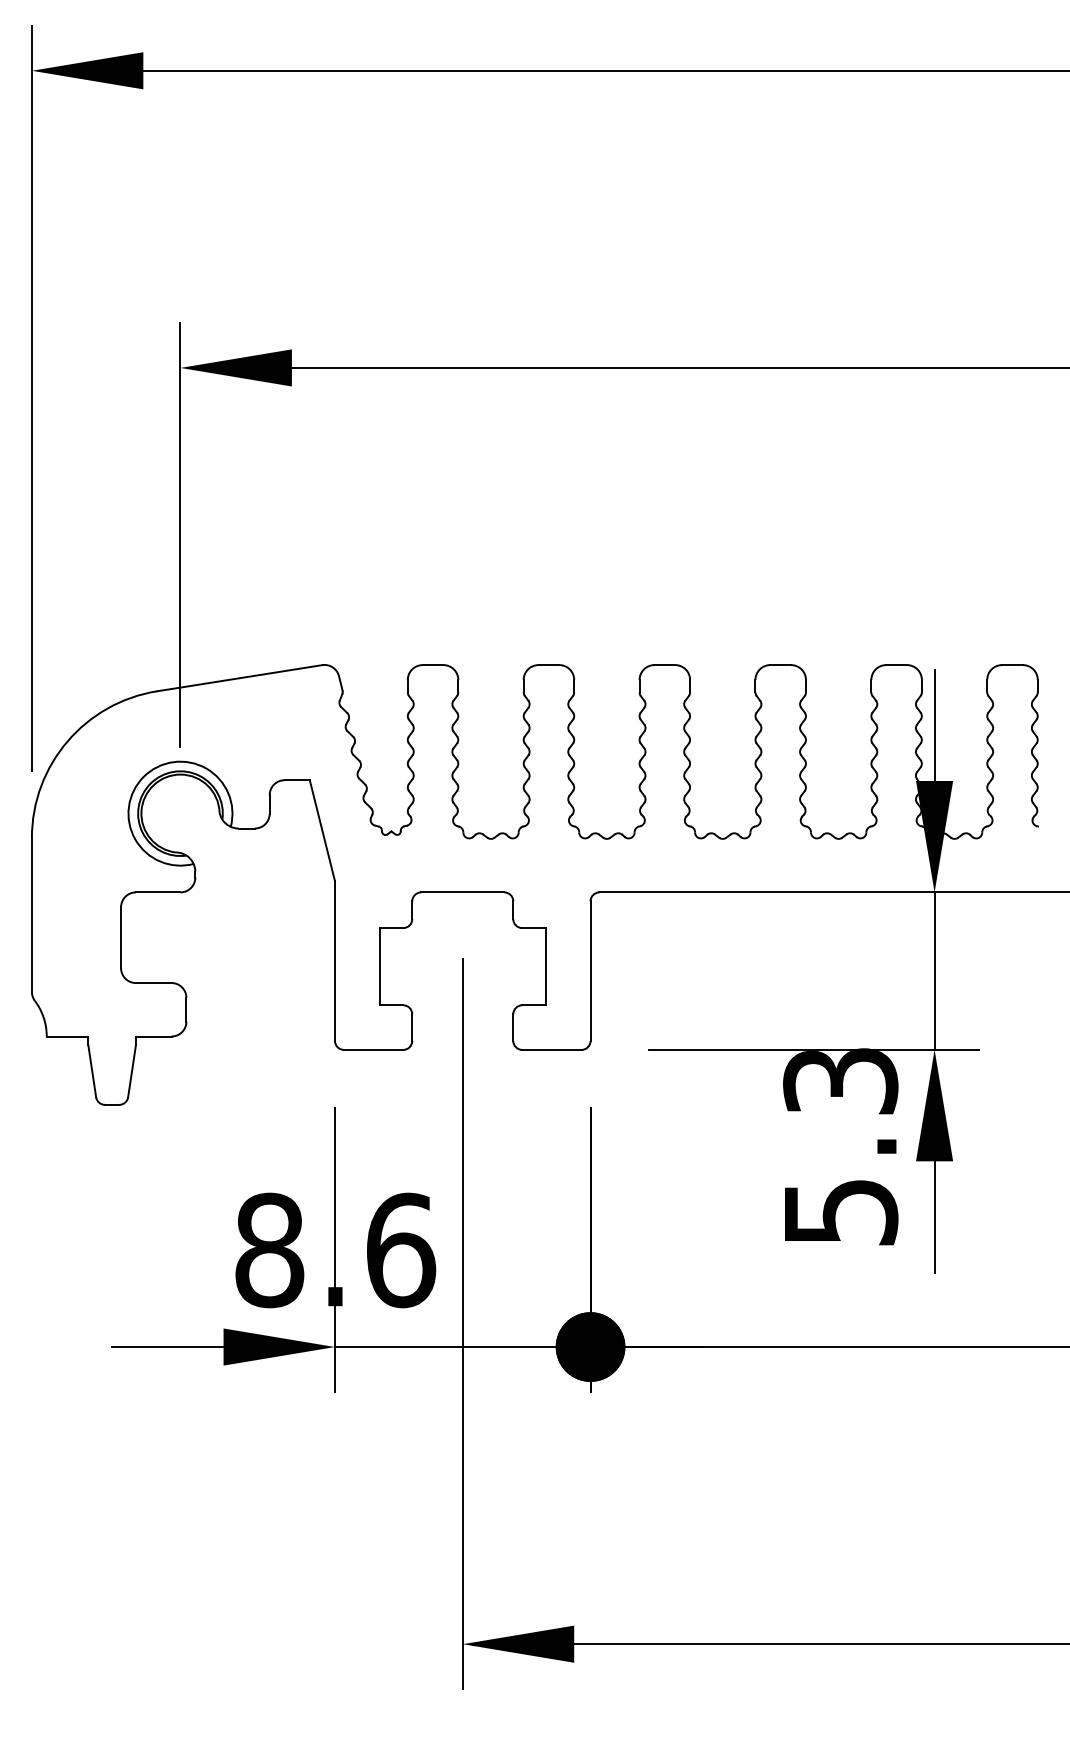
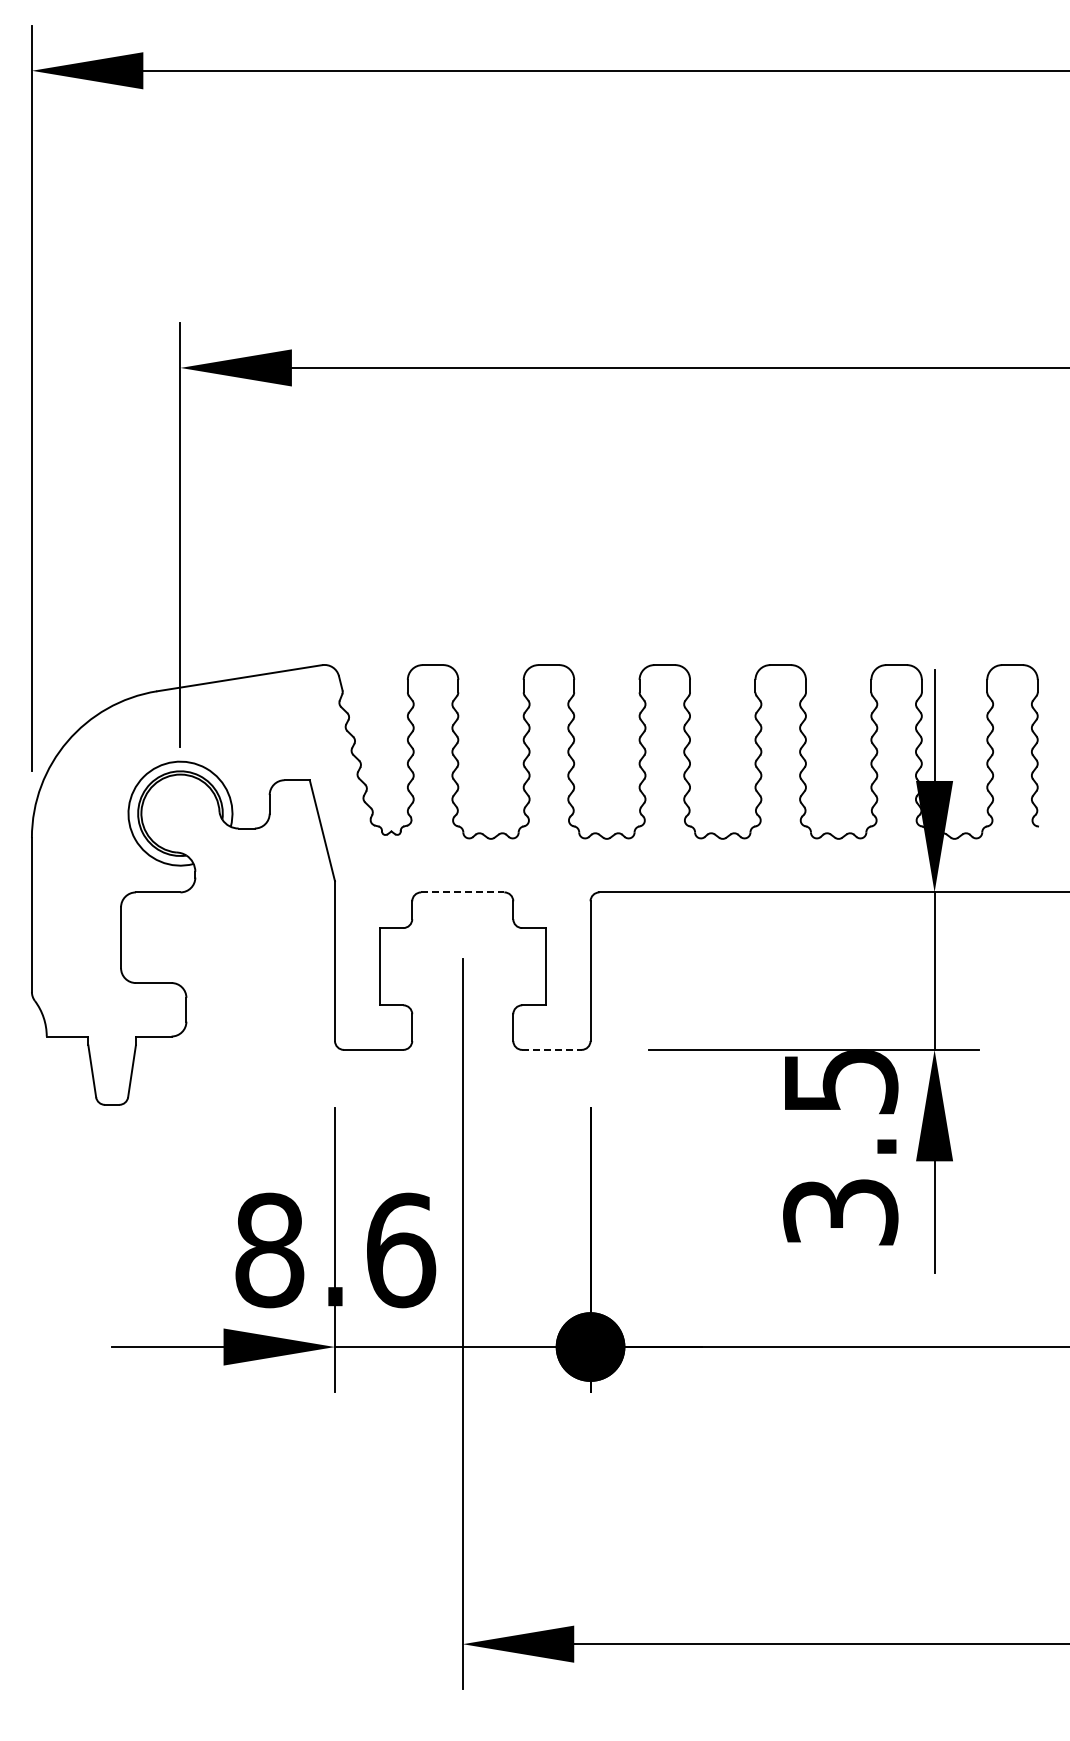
line at (462, 892): solid -> dashed
line at (551, 1049): solid -> dashed
text at (840, 1146): 5.3 -> 3.5
